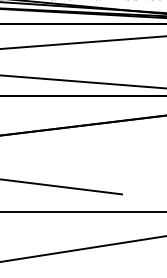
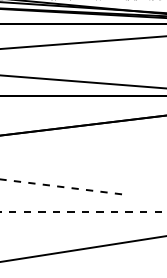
line at (61, 186): solid -> dashed
line at (83, 211): solid -> dashed
